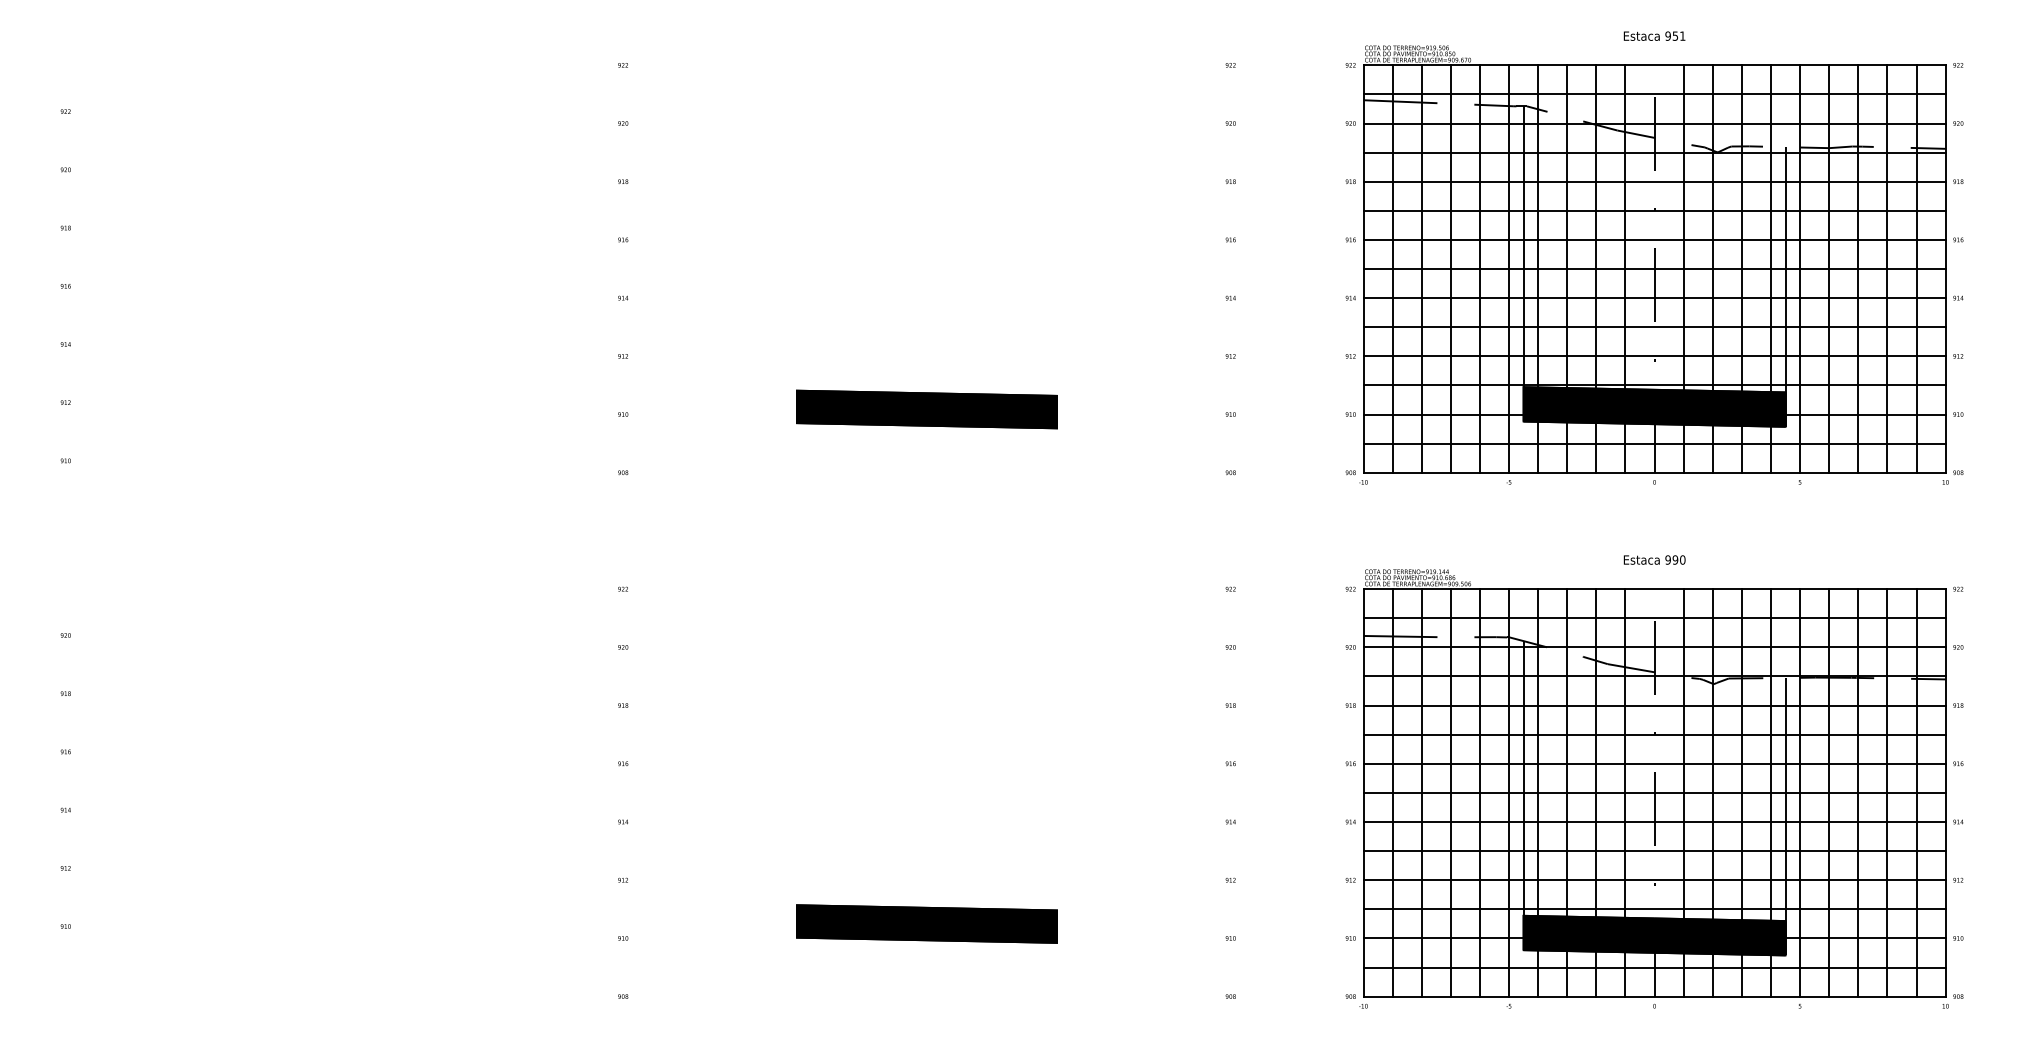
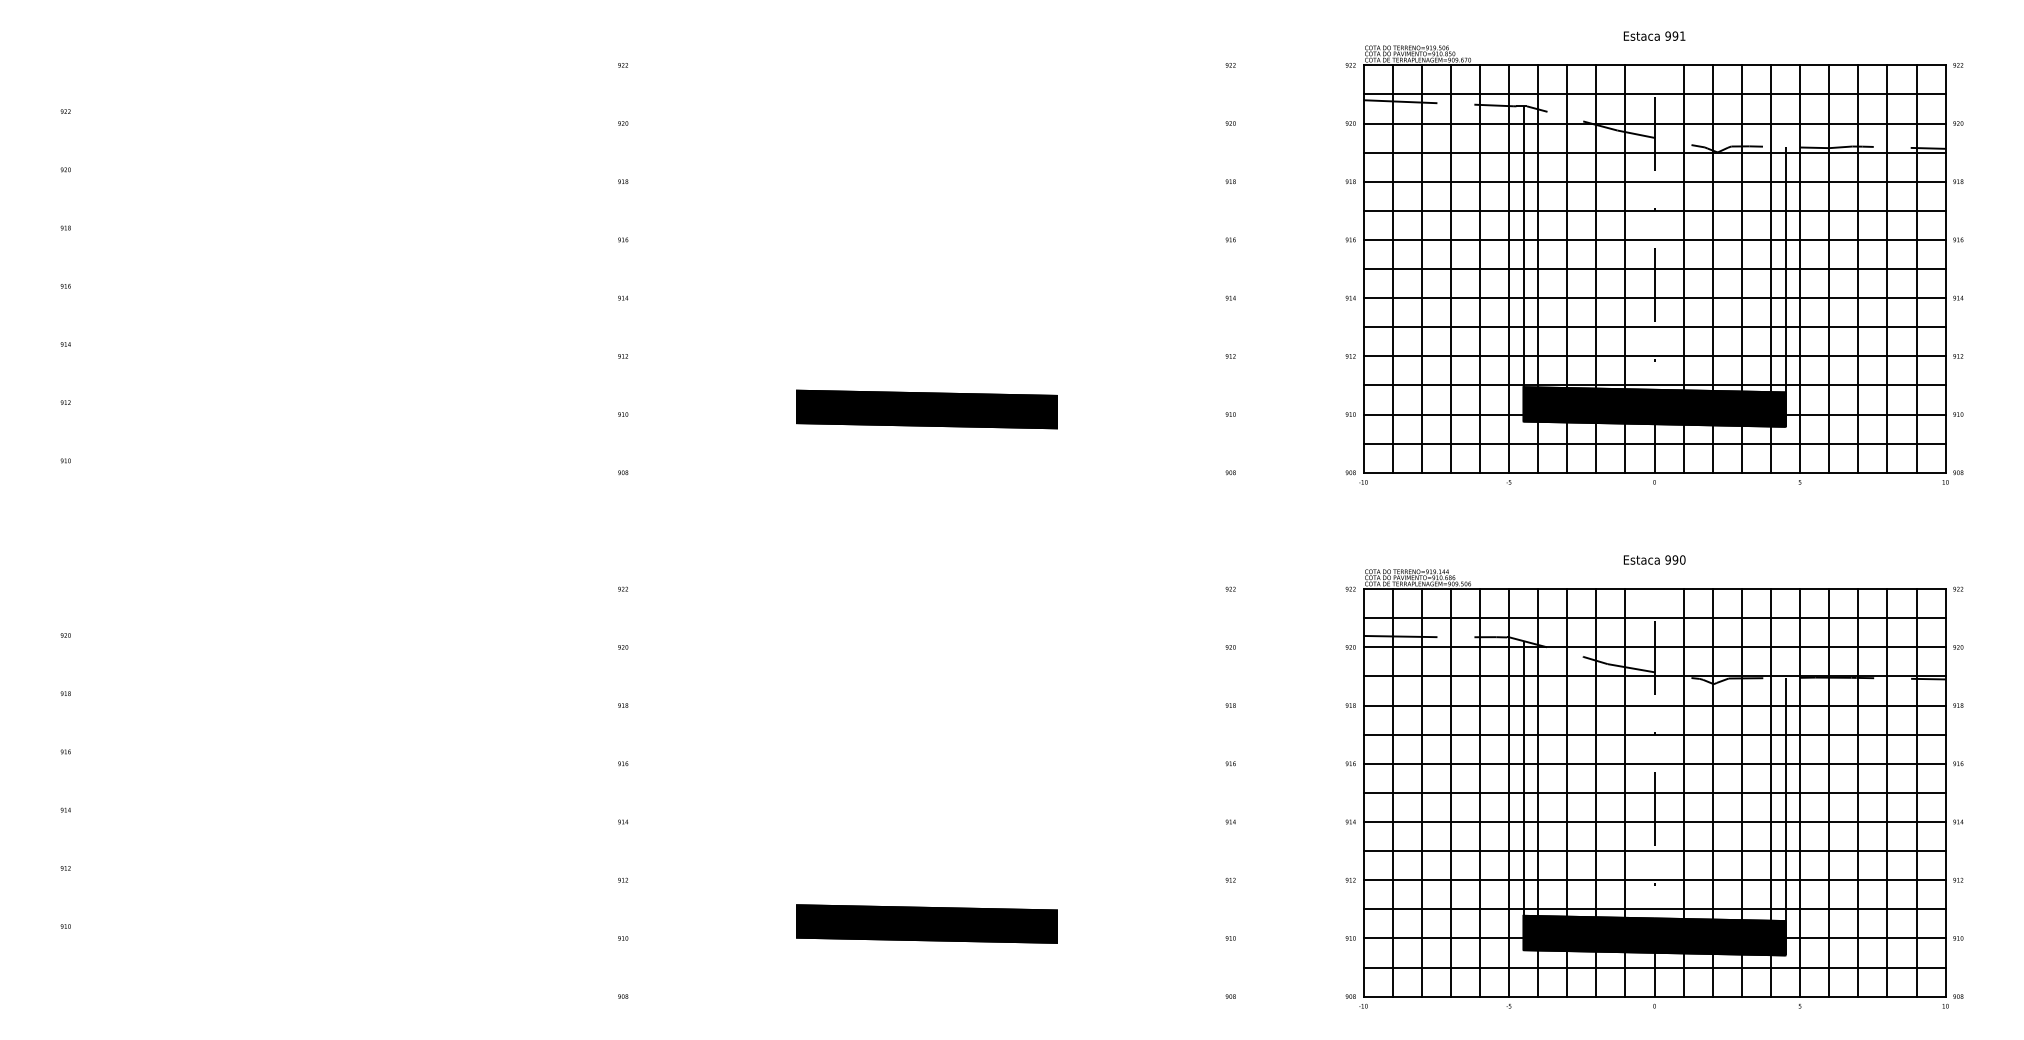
text at (1675, 35): 951 -> 991
